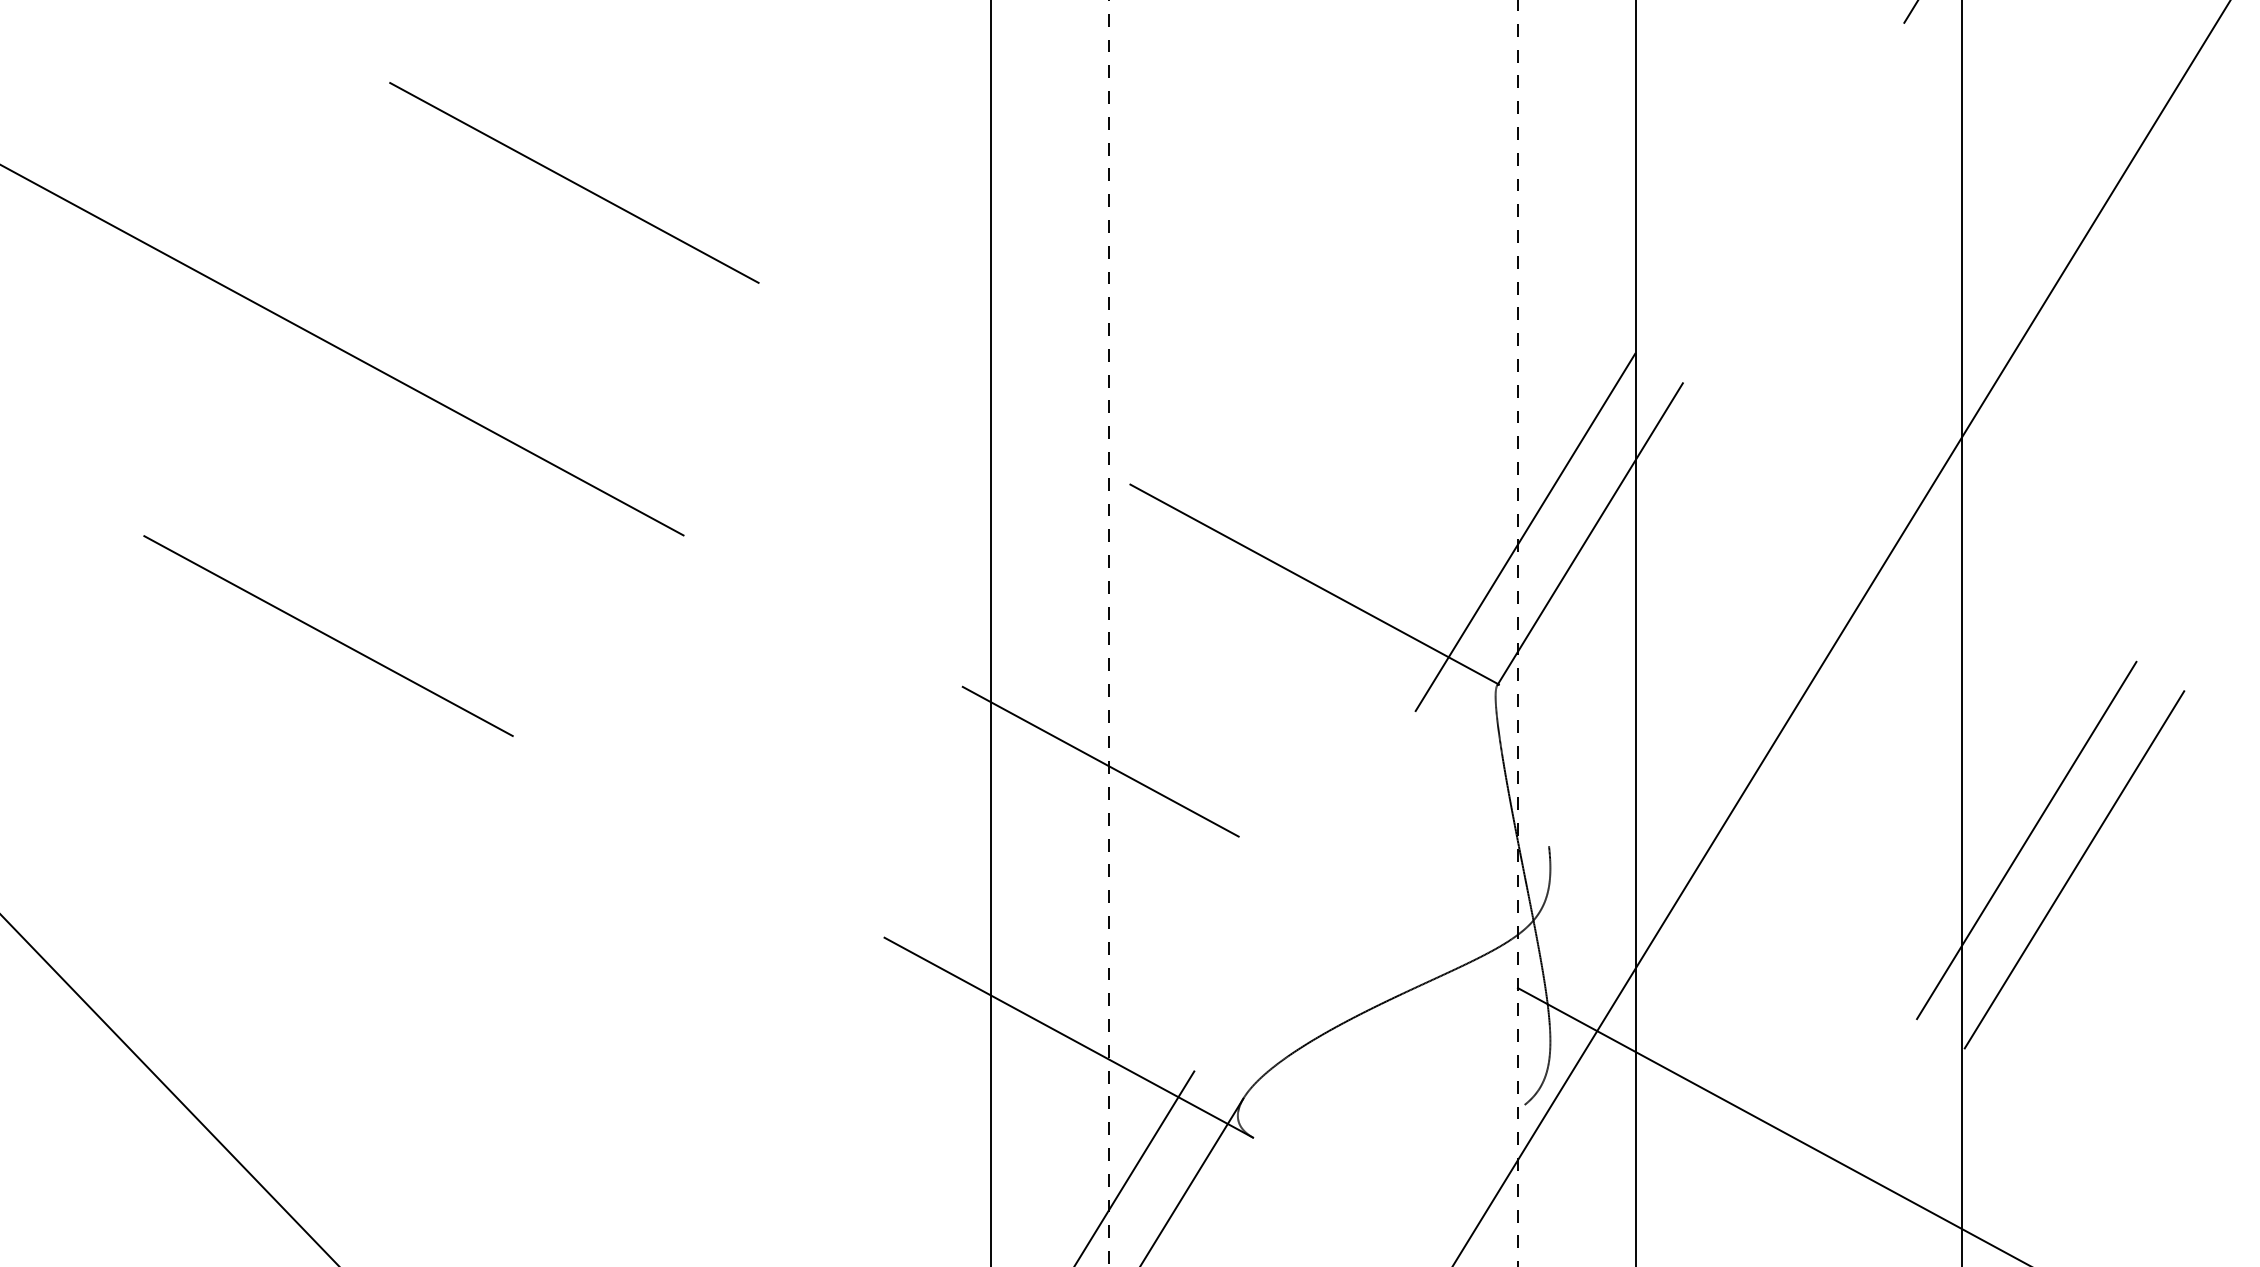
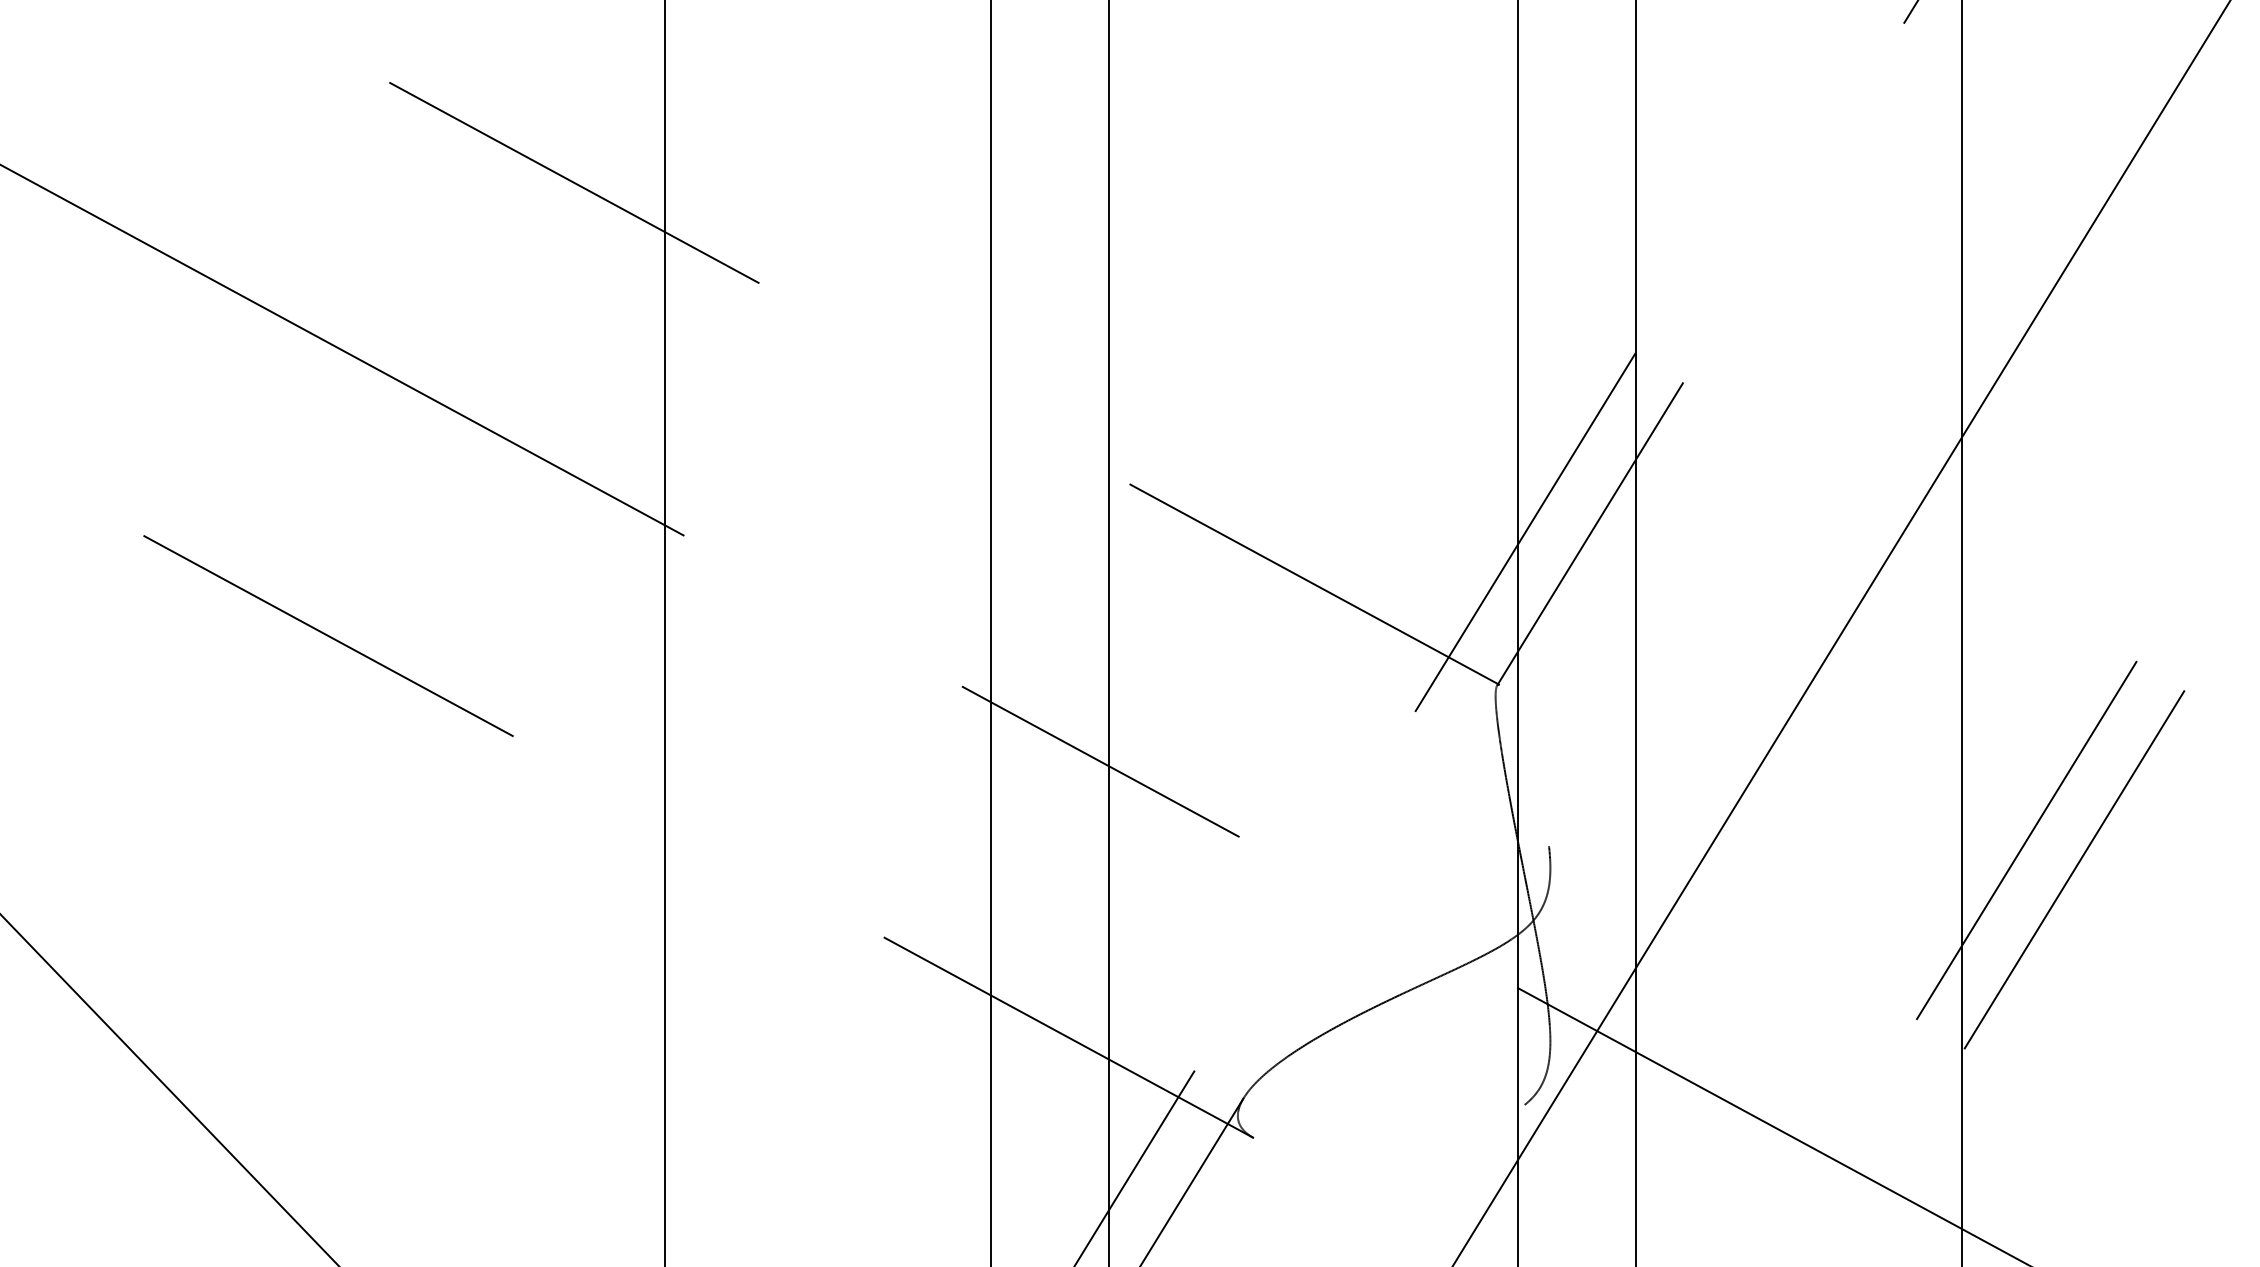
line at (665, 632): none -> present
line at (1109, 633): dashed -> solid
line at (1517, 633): dashed -> solid
